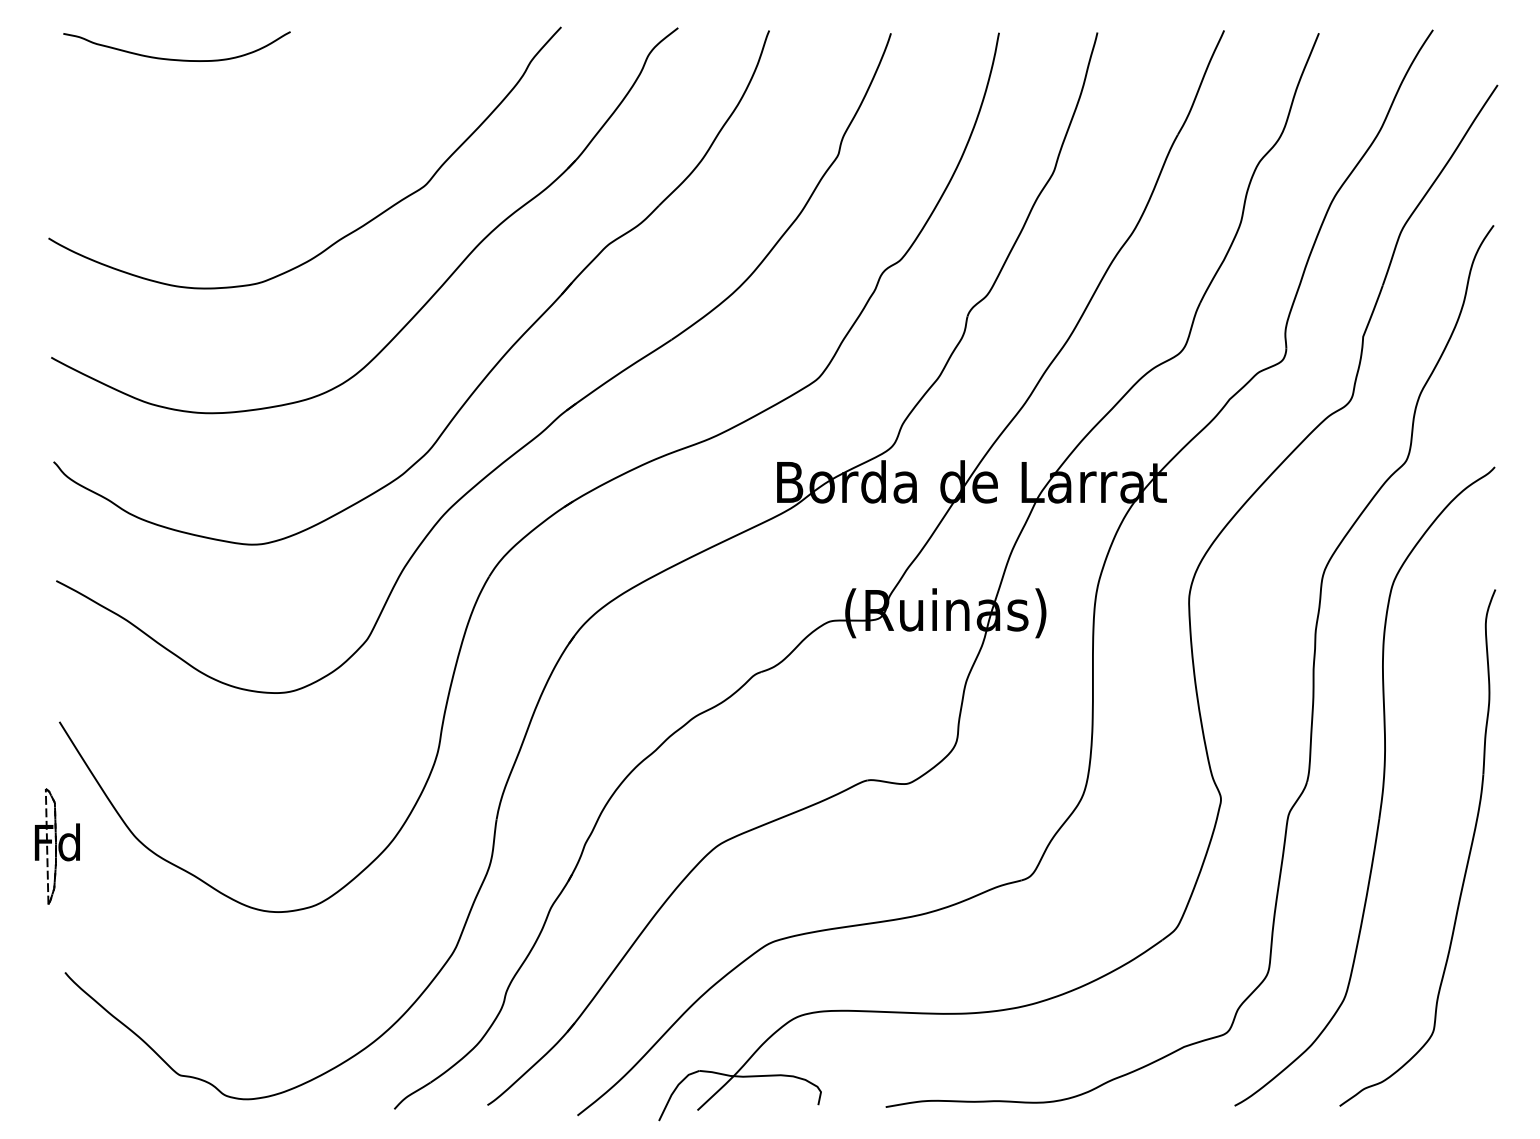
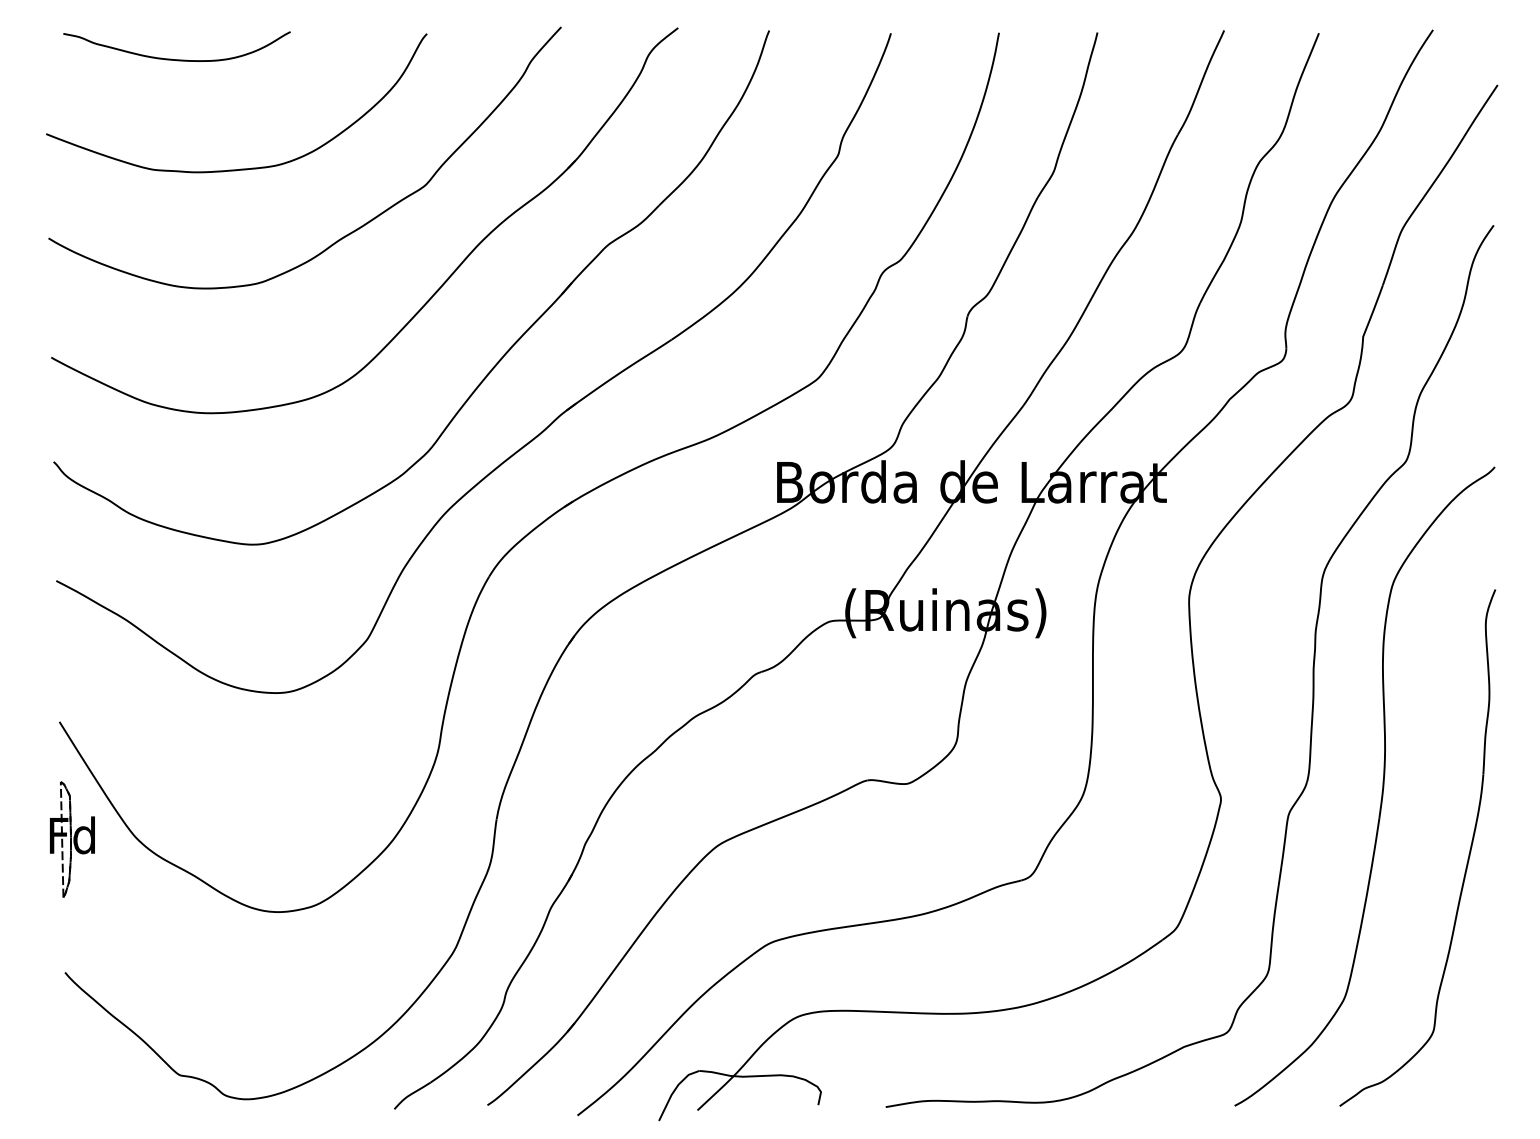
curve at (240, 168): none -> present
part at (57, 846) position: (57, 846) -> (72, 839)
